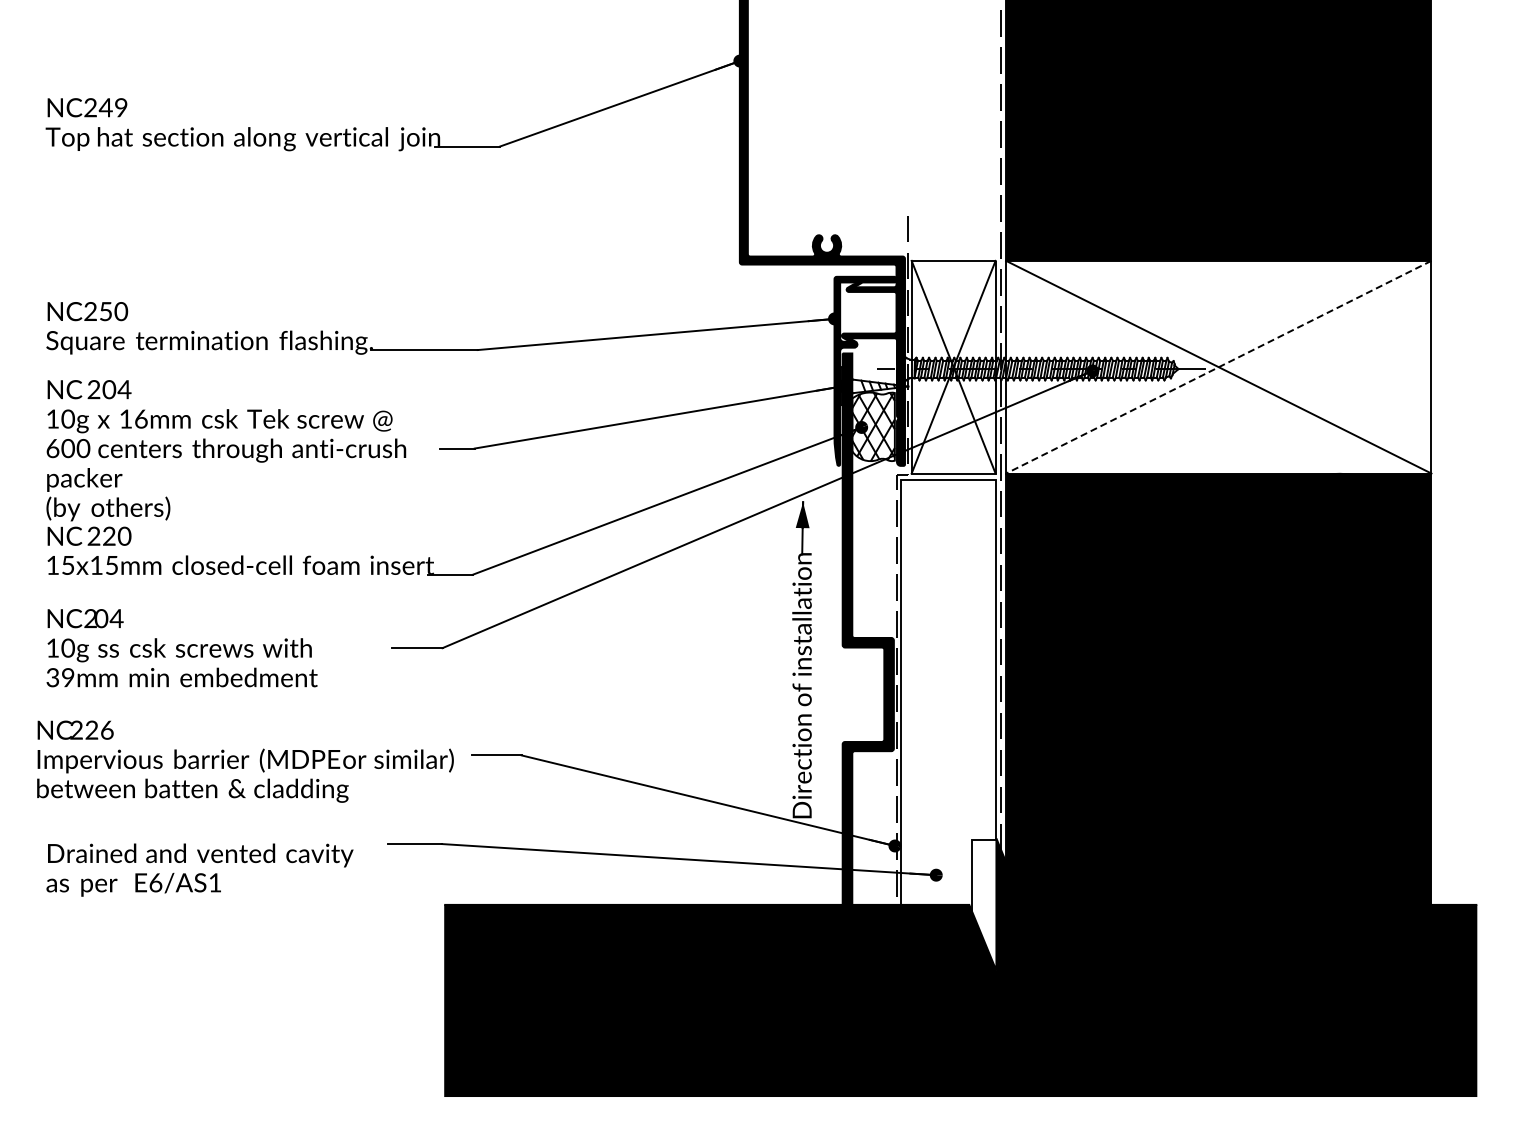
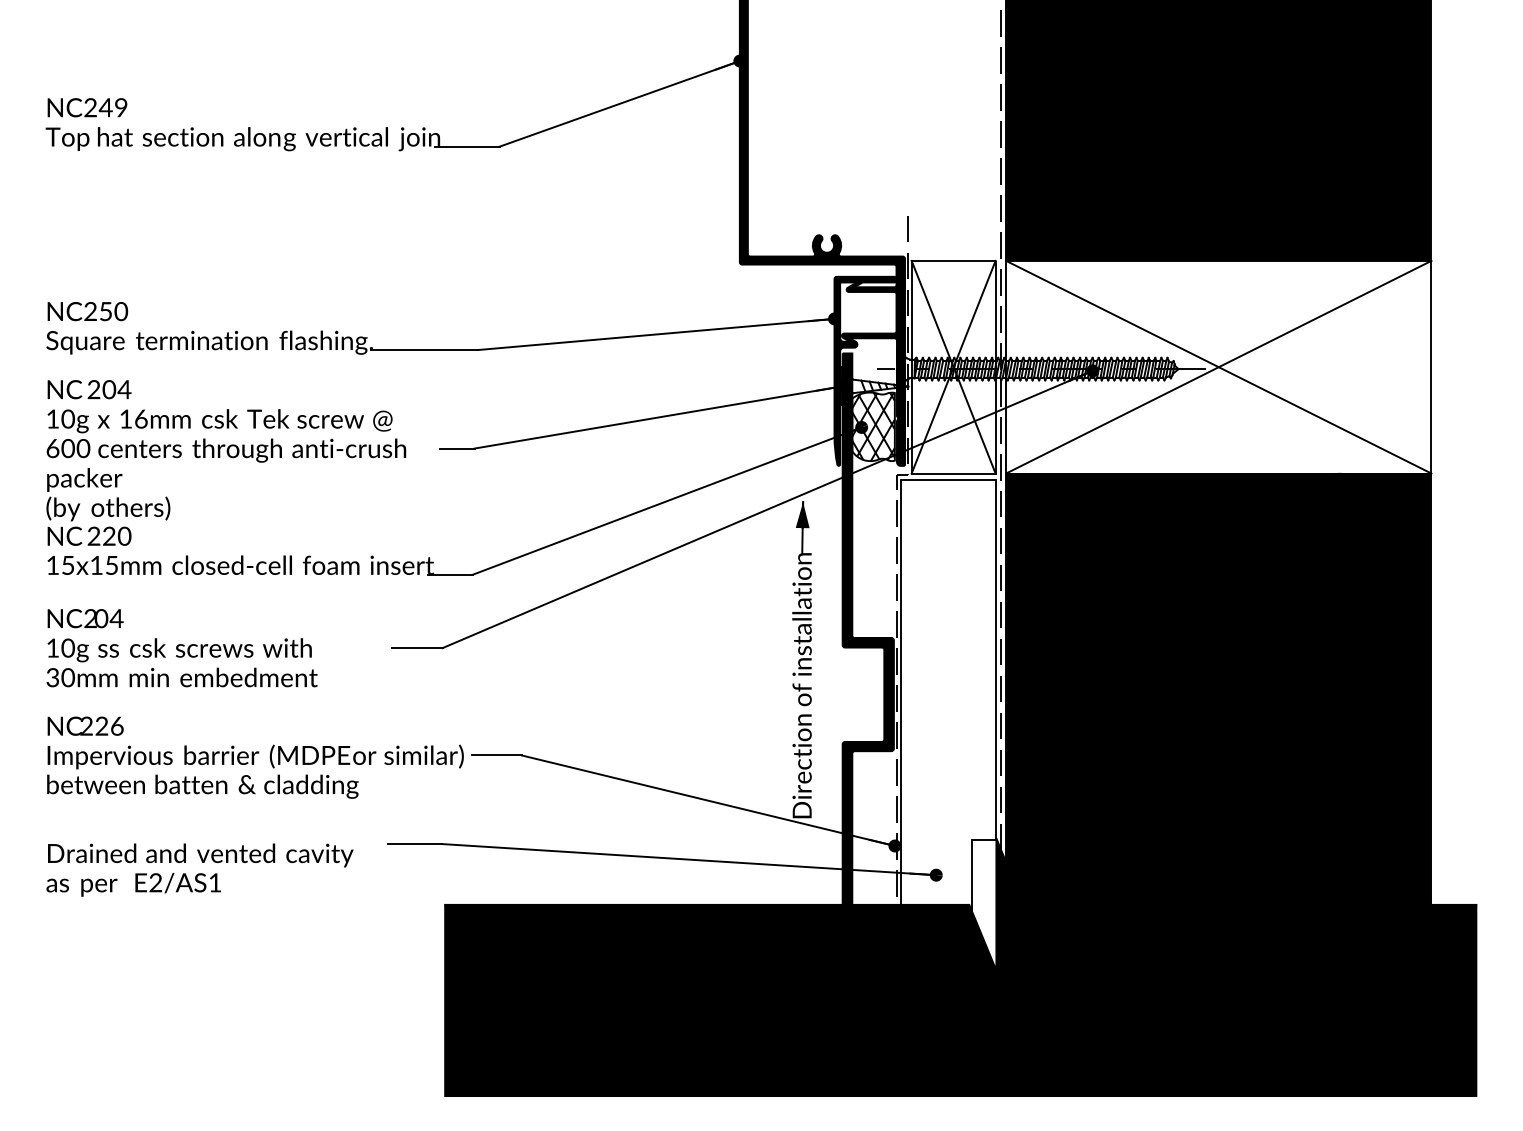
line at (1218, 367): dashed -> solid
text at (67, 678): 39mm -> 30mm
text at (245, 761) position: (245, 761) -> (255, 757)
text at (155, 882): E6/AS1 -> E2/AS1
